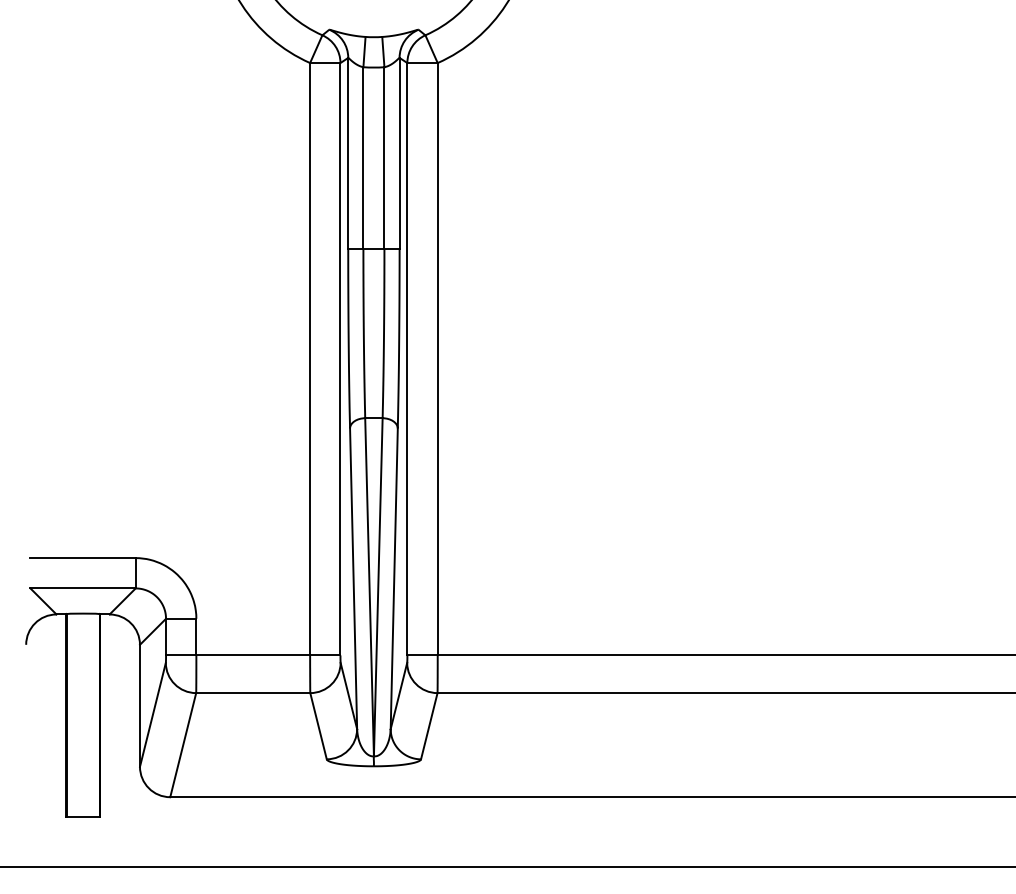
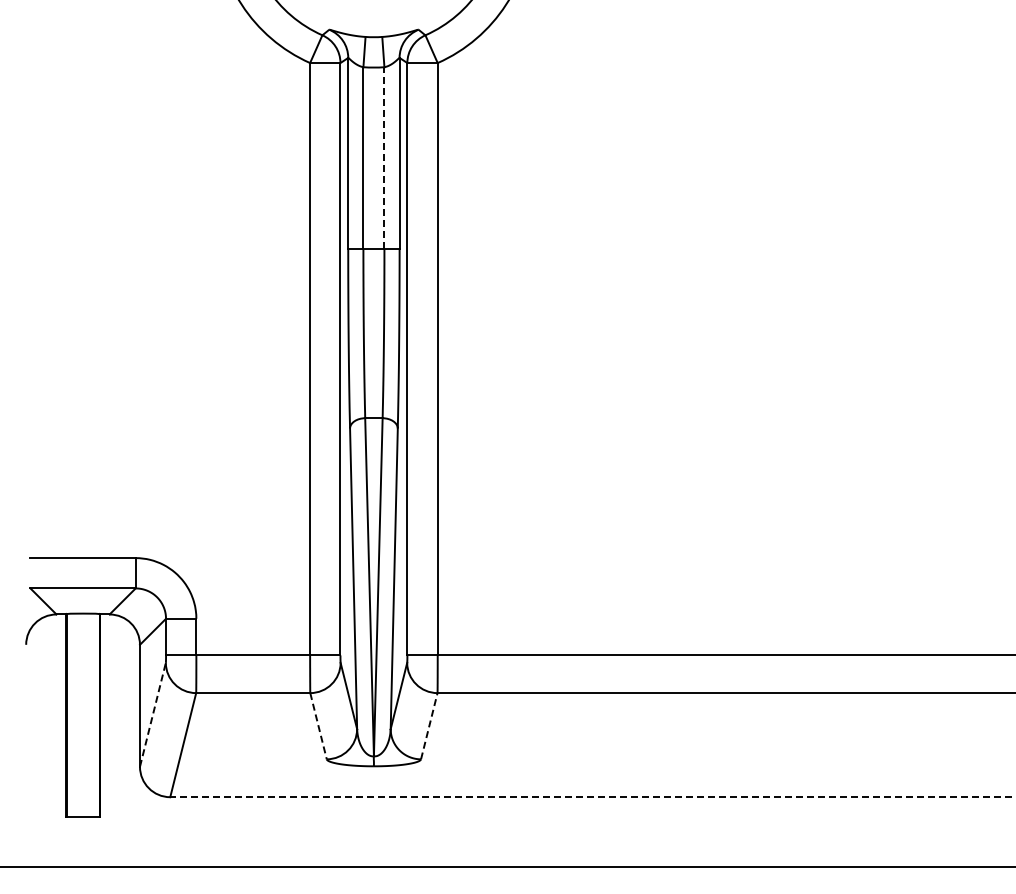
line at (384, 158): solid -> dashed
line at (152, 714): solid -> dashed
line at (429, 725): solid -> dashed
line at (318, 726): solid -> dashed
line at (592, 797): solid -> dashed
